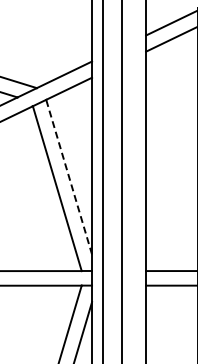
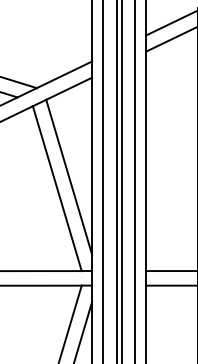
line at (69, 177): dashed -> solid
line at (116, 181): none -> present
line at (135, 181): none -> present
